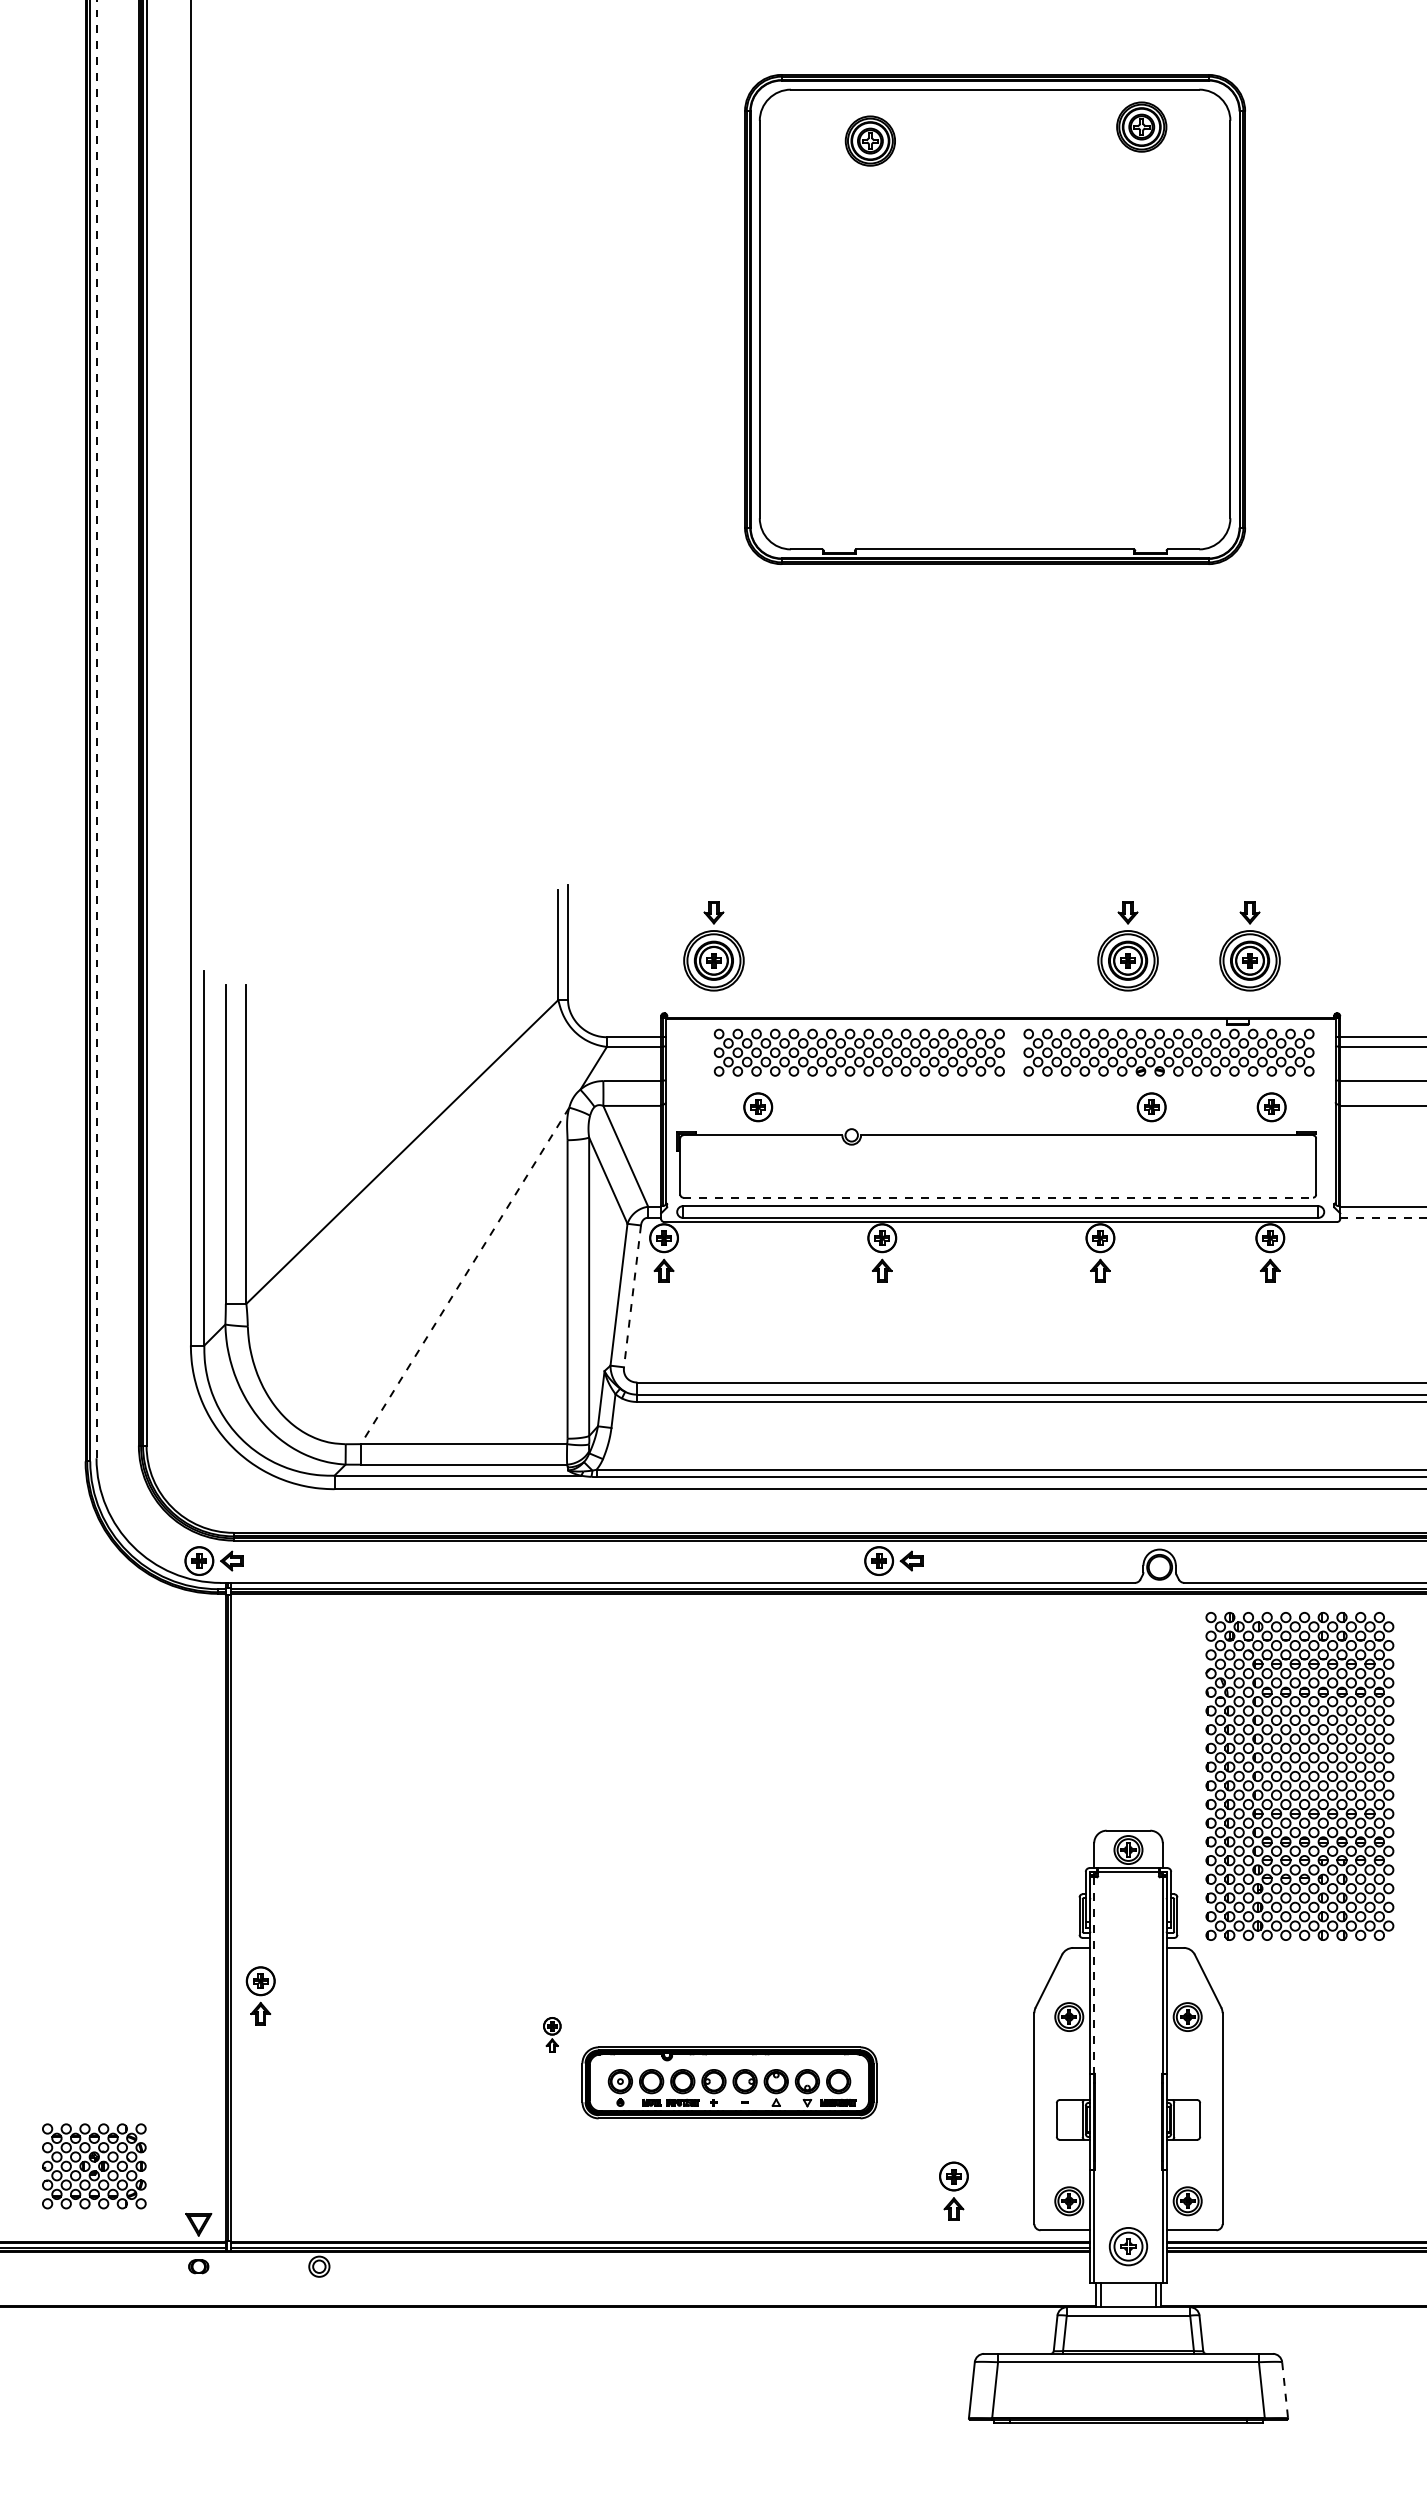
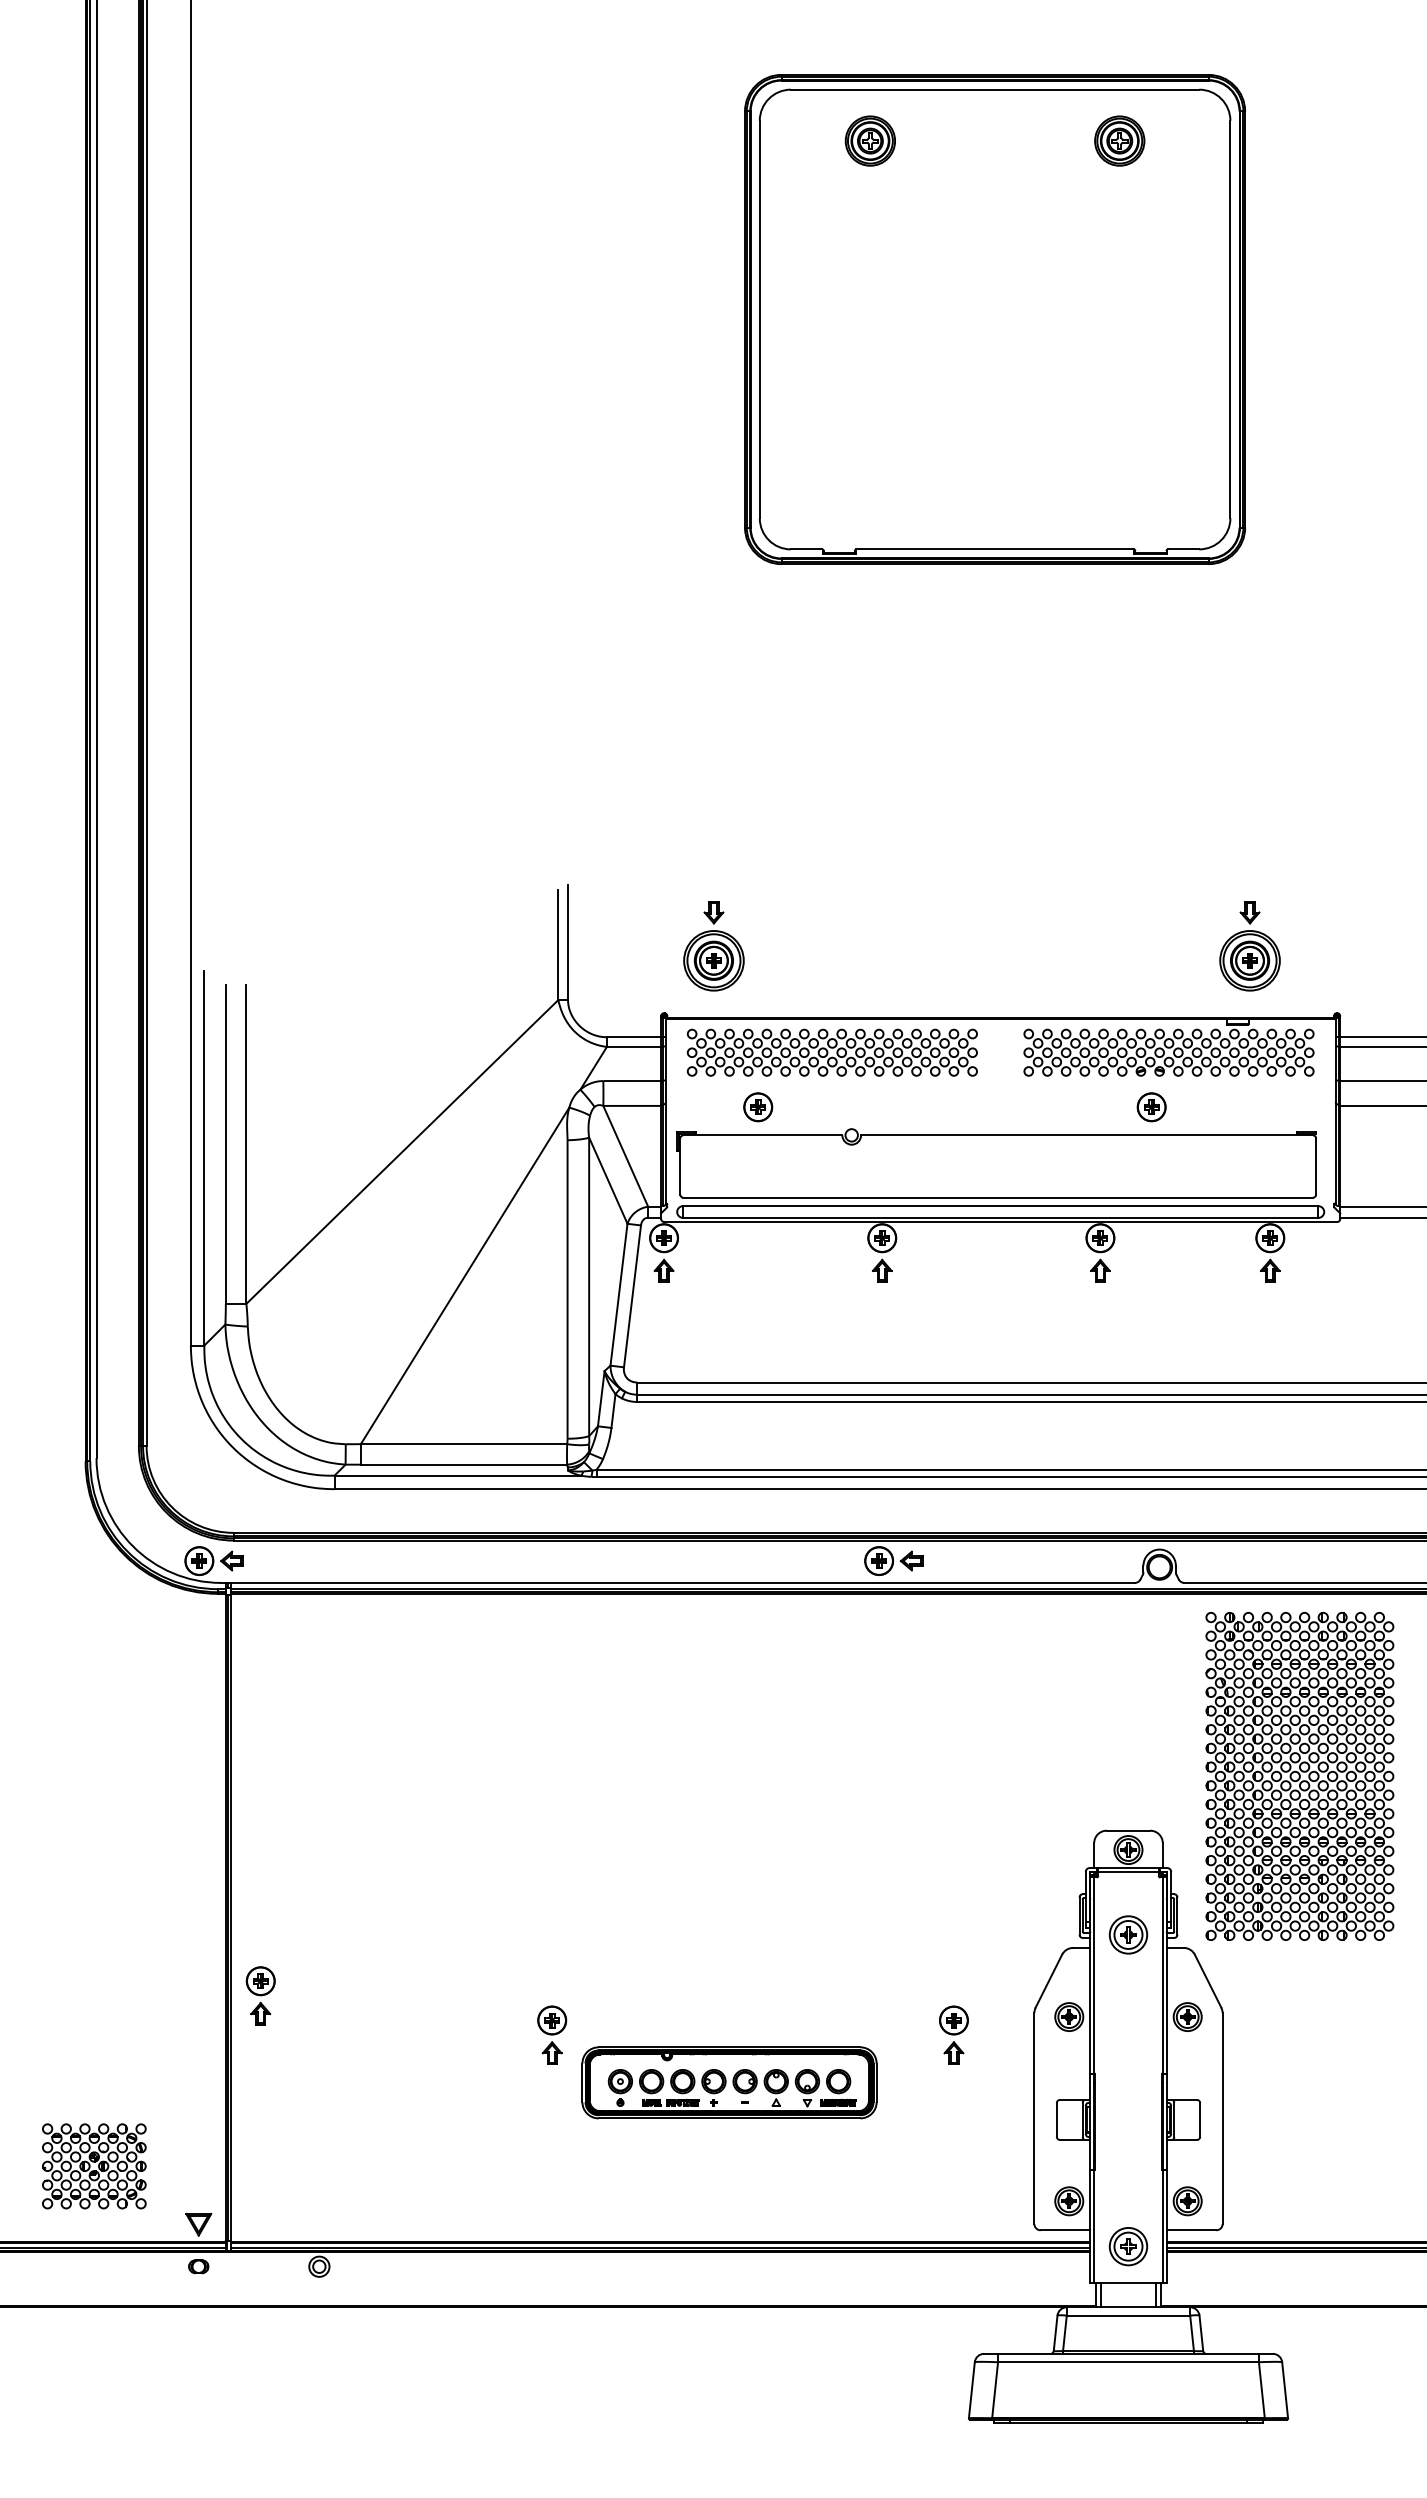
part at (1141, 126) position: (1141, 126) -> (1119, 140)
line at (96, 729): dashed -> solid
part at (1127, 946): present -> none
part at (858, 1052) position: (858, 1052) -> (831, 1052)
part at (1271, 1107): present -> none
line at (998, 1197): dashed -> solid
line at (1383, 1217): dashed -> solid
line at (465, 1275): dashed -> solid
line at (632, 1296): dashed -> solid
part at (1128, 1934): none -> present
line at (1094, 1975): dashed -> solid
part at (552, 2034) size: 19x36 px -> 31x60 px
part at (953, 2190) position: (953, 2190) -> (953, 2034)
line at (1285, 2390): dashed -> solid
